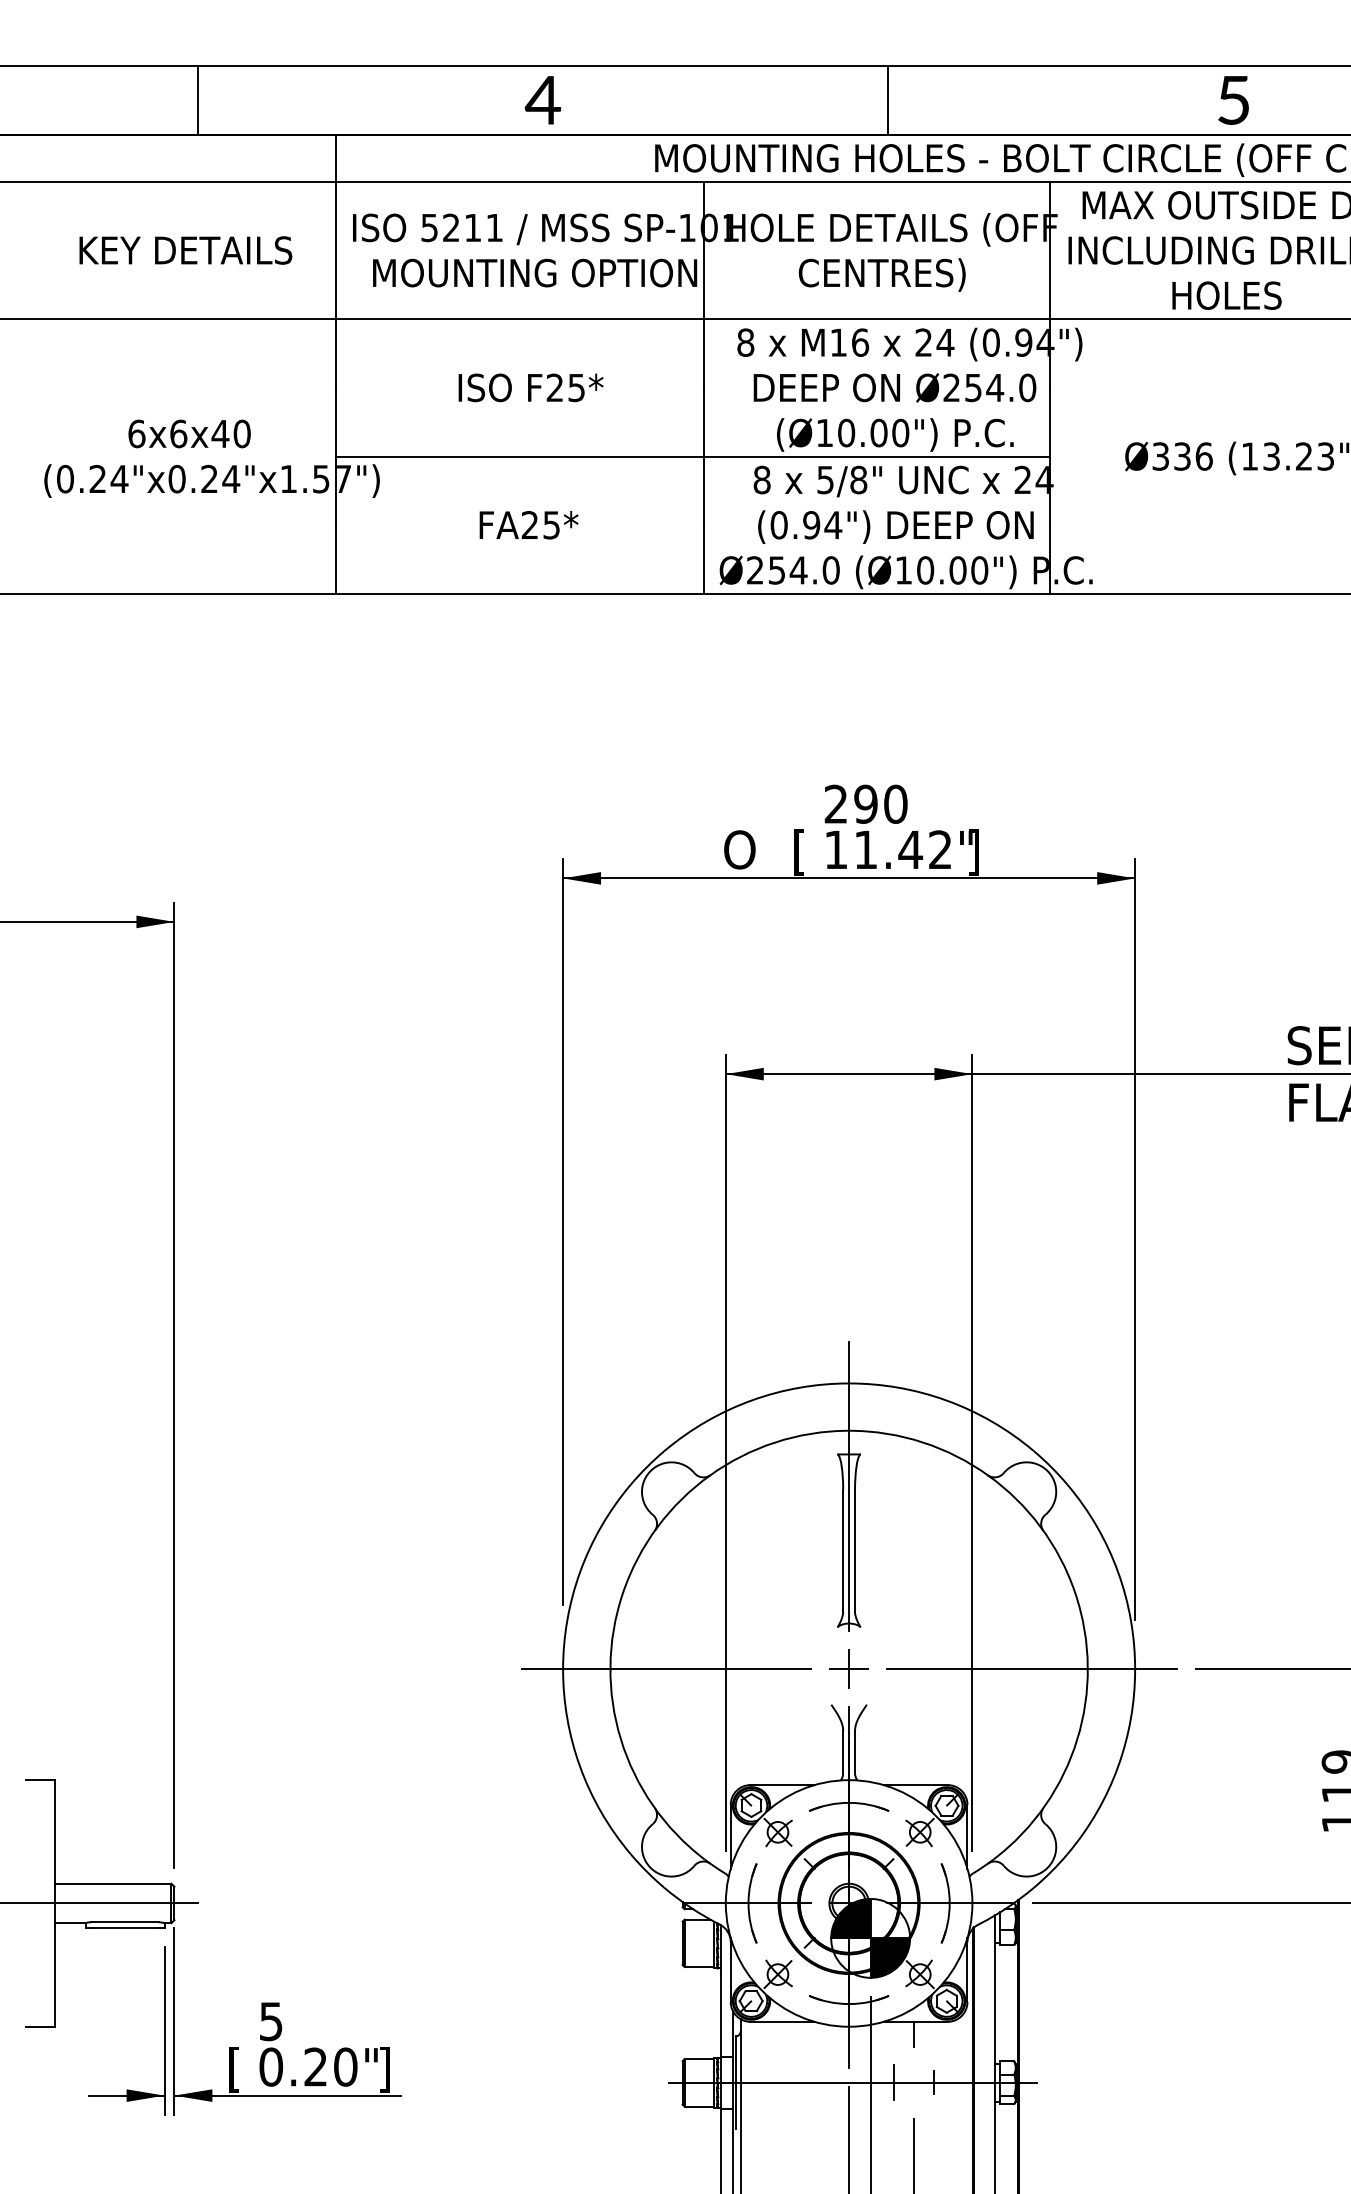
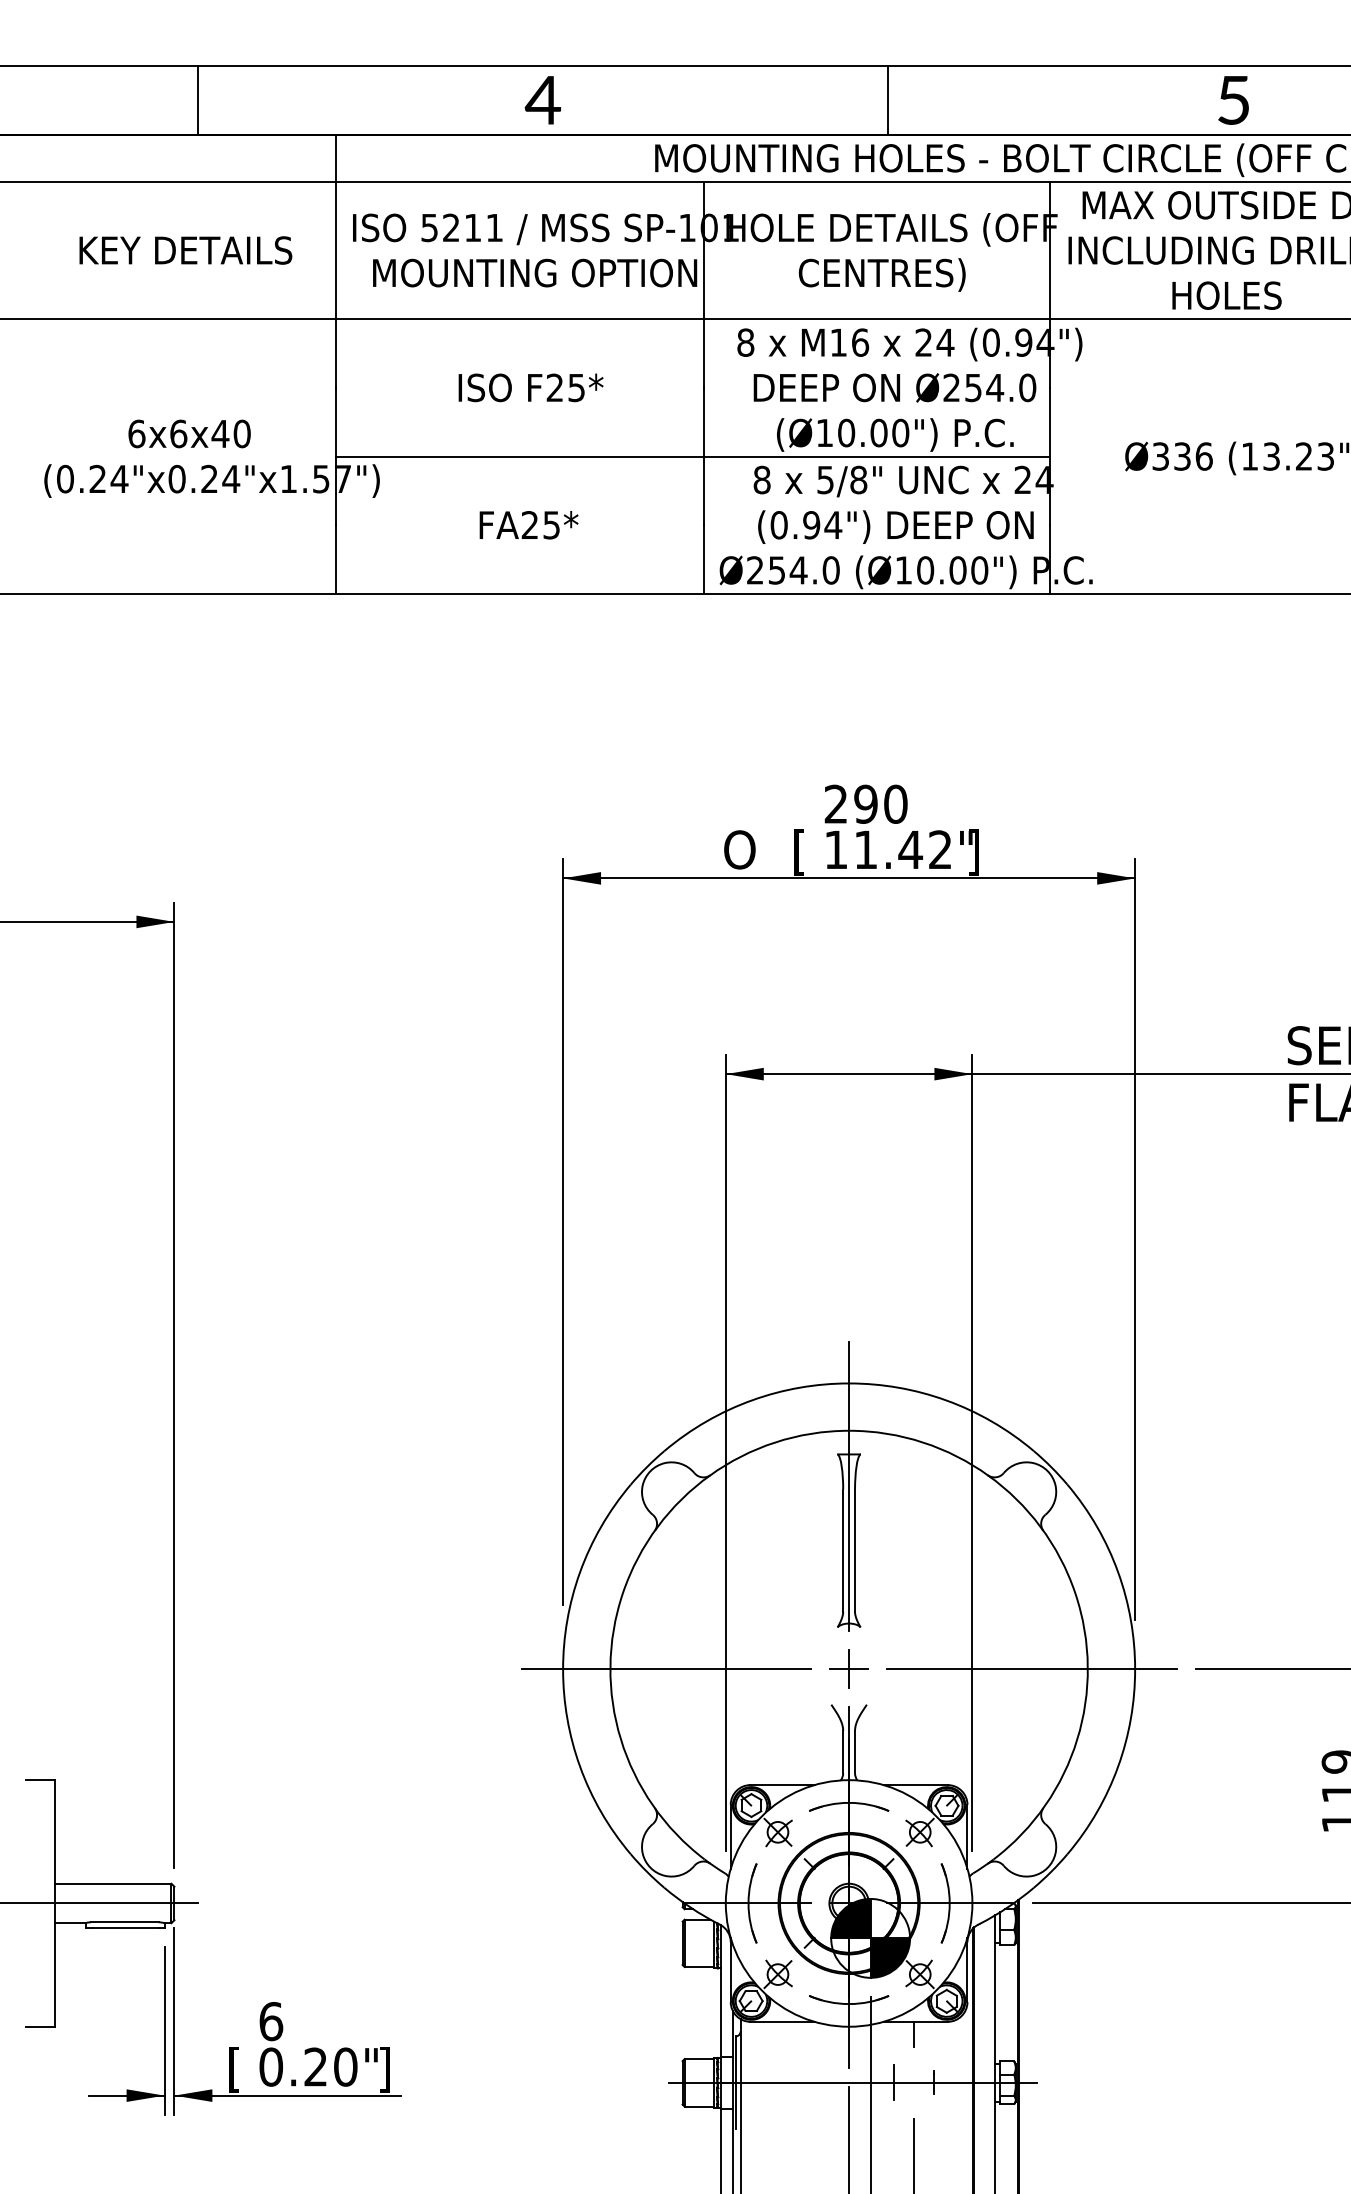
text at (271, 2021): 5 -> 6
